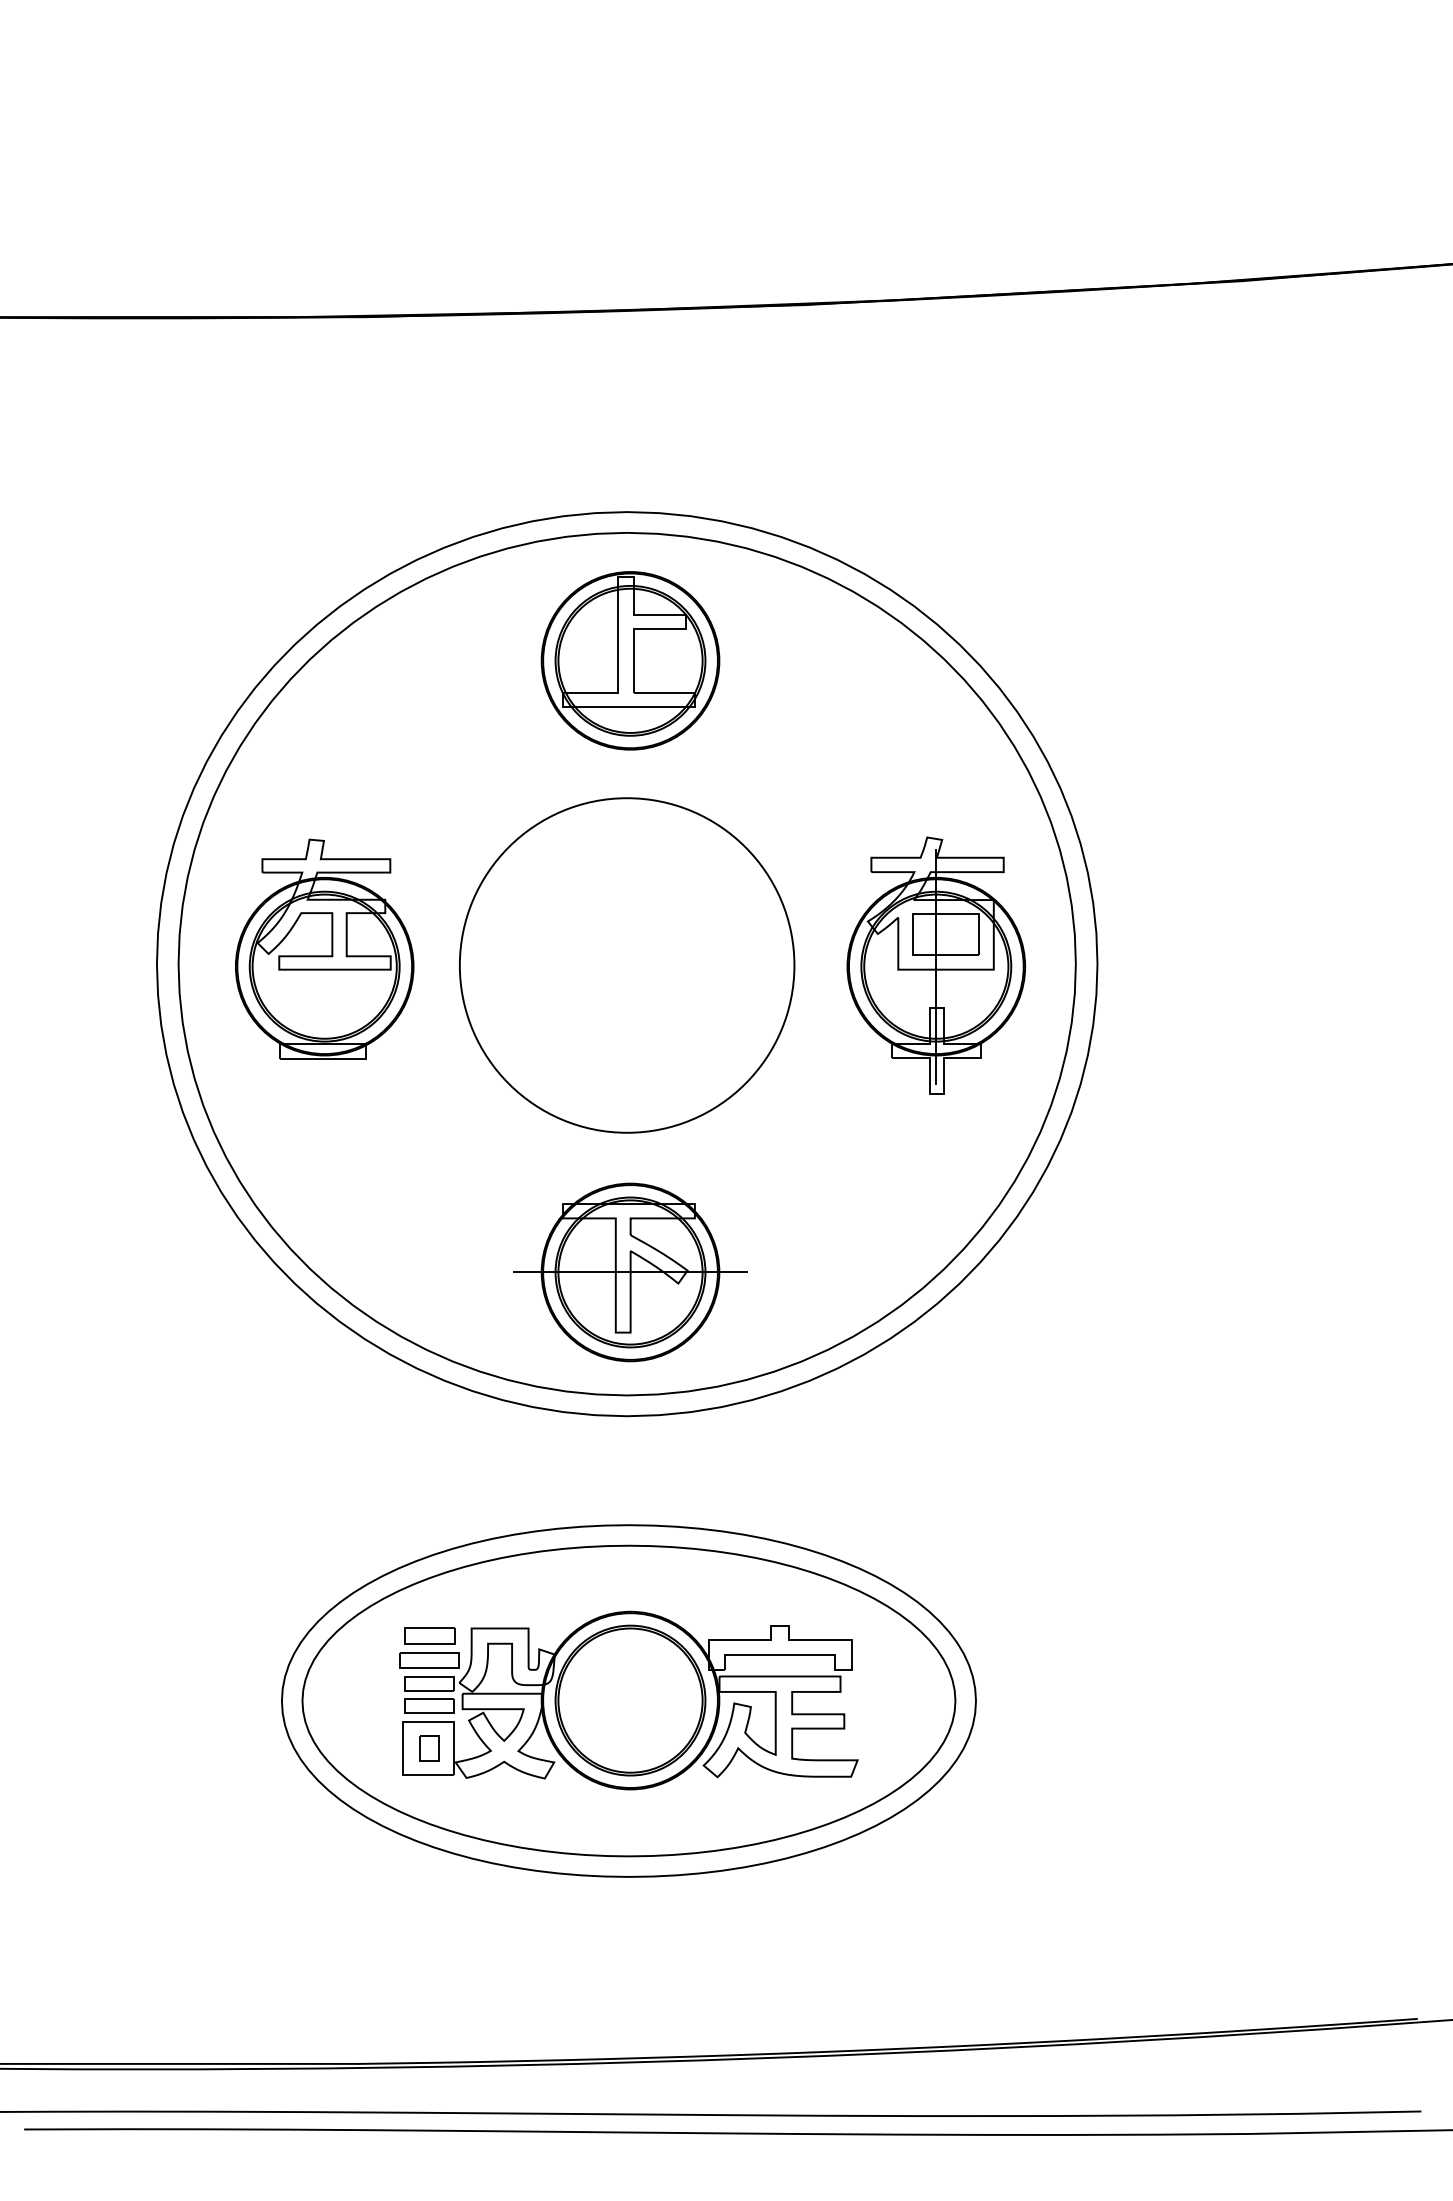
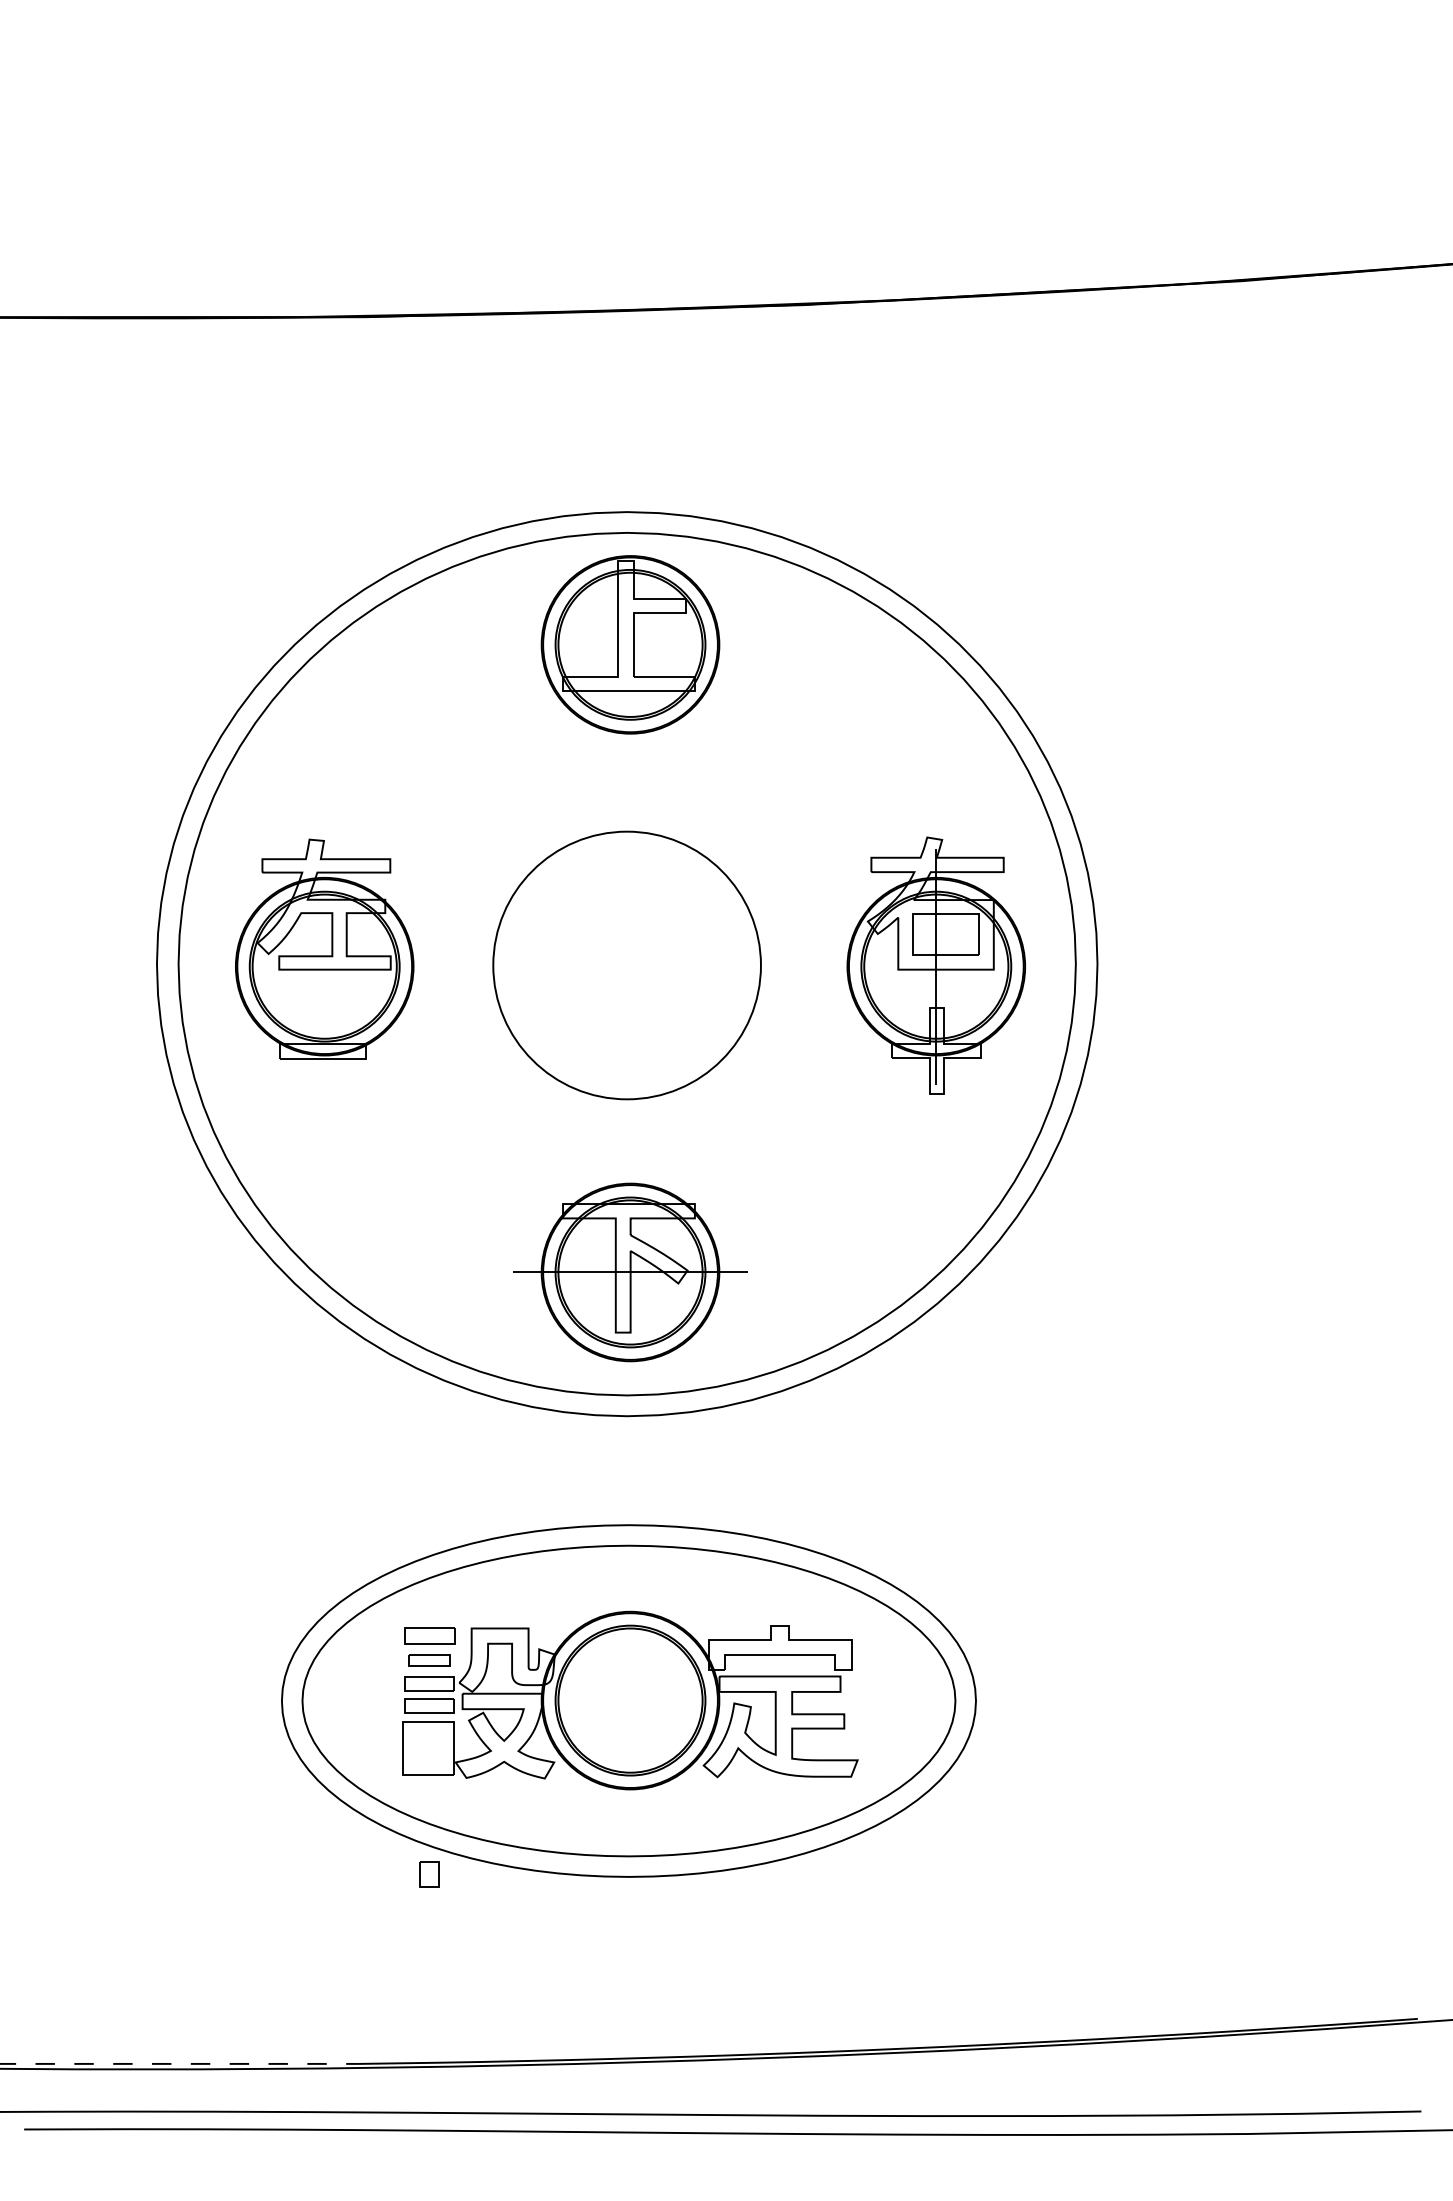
part at (630, 660) position: (630, 660) -> (630, 644)
circle at (626, 965) diameter: 335 px -> 268 px
part at (429, 1660) size: 61x17 px -> 43x13 px
part at (429, 1748) position: (429, 1748) -> (429, 1874)
line at (179, 2063): solid -> dashed
